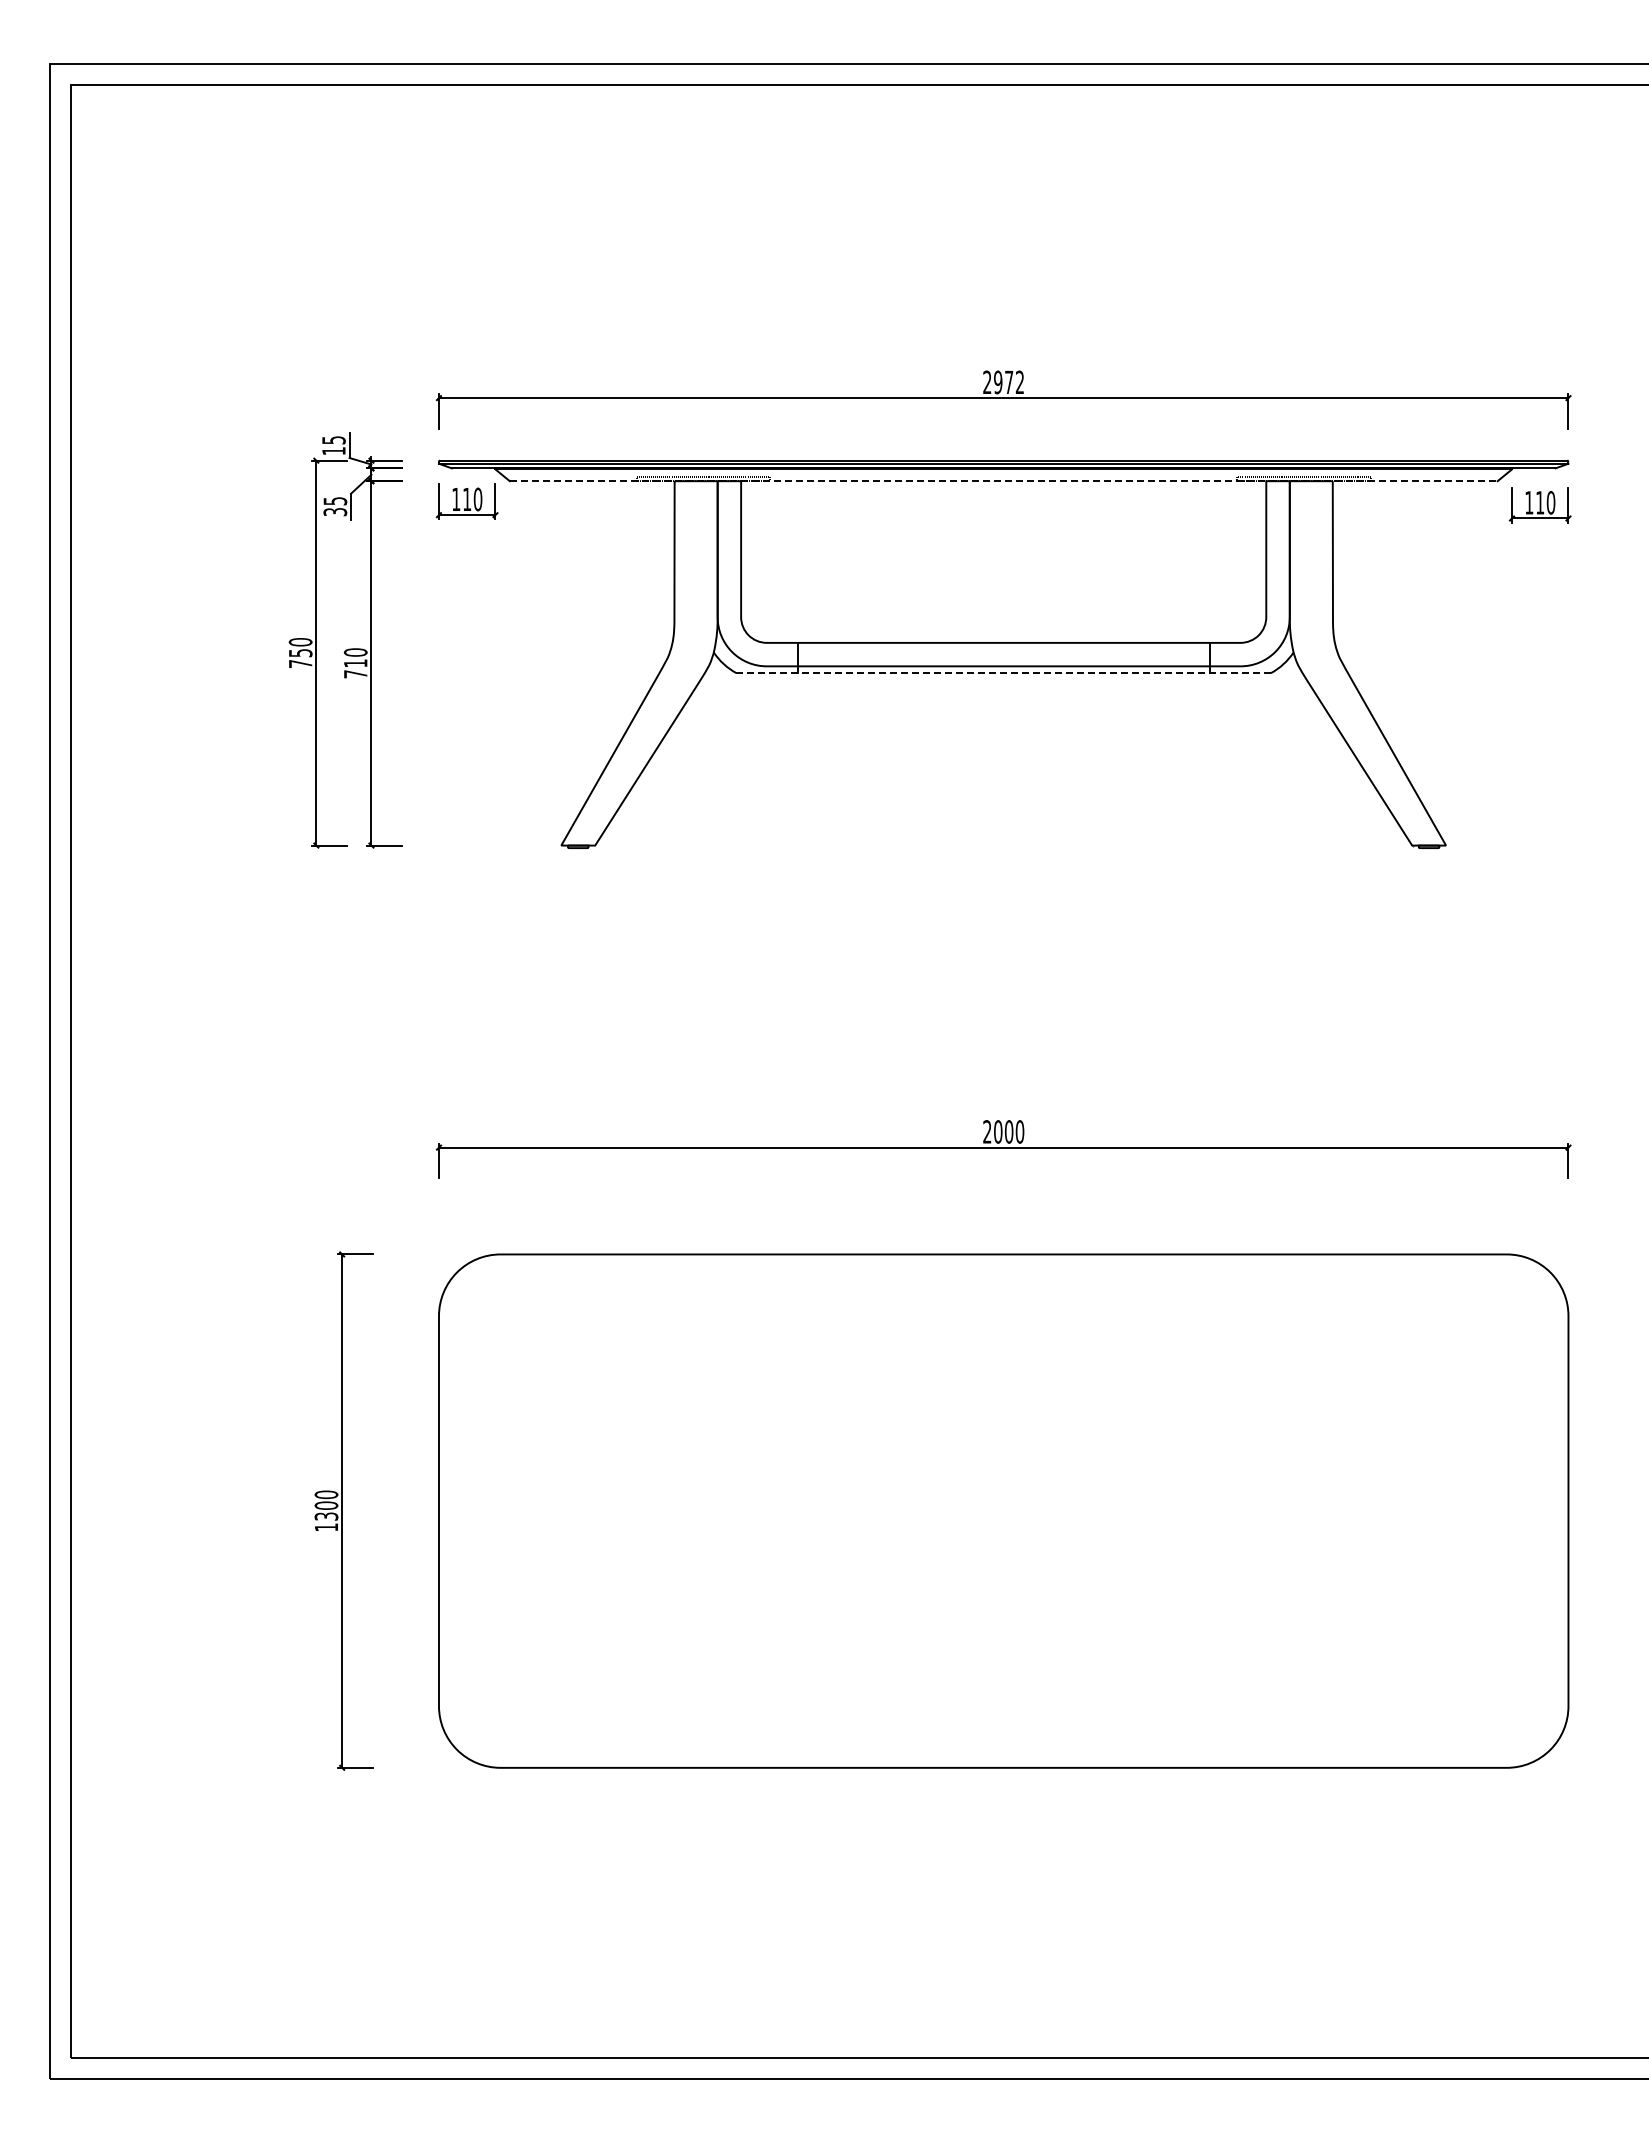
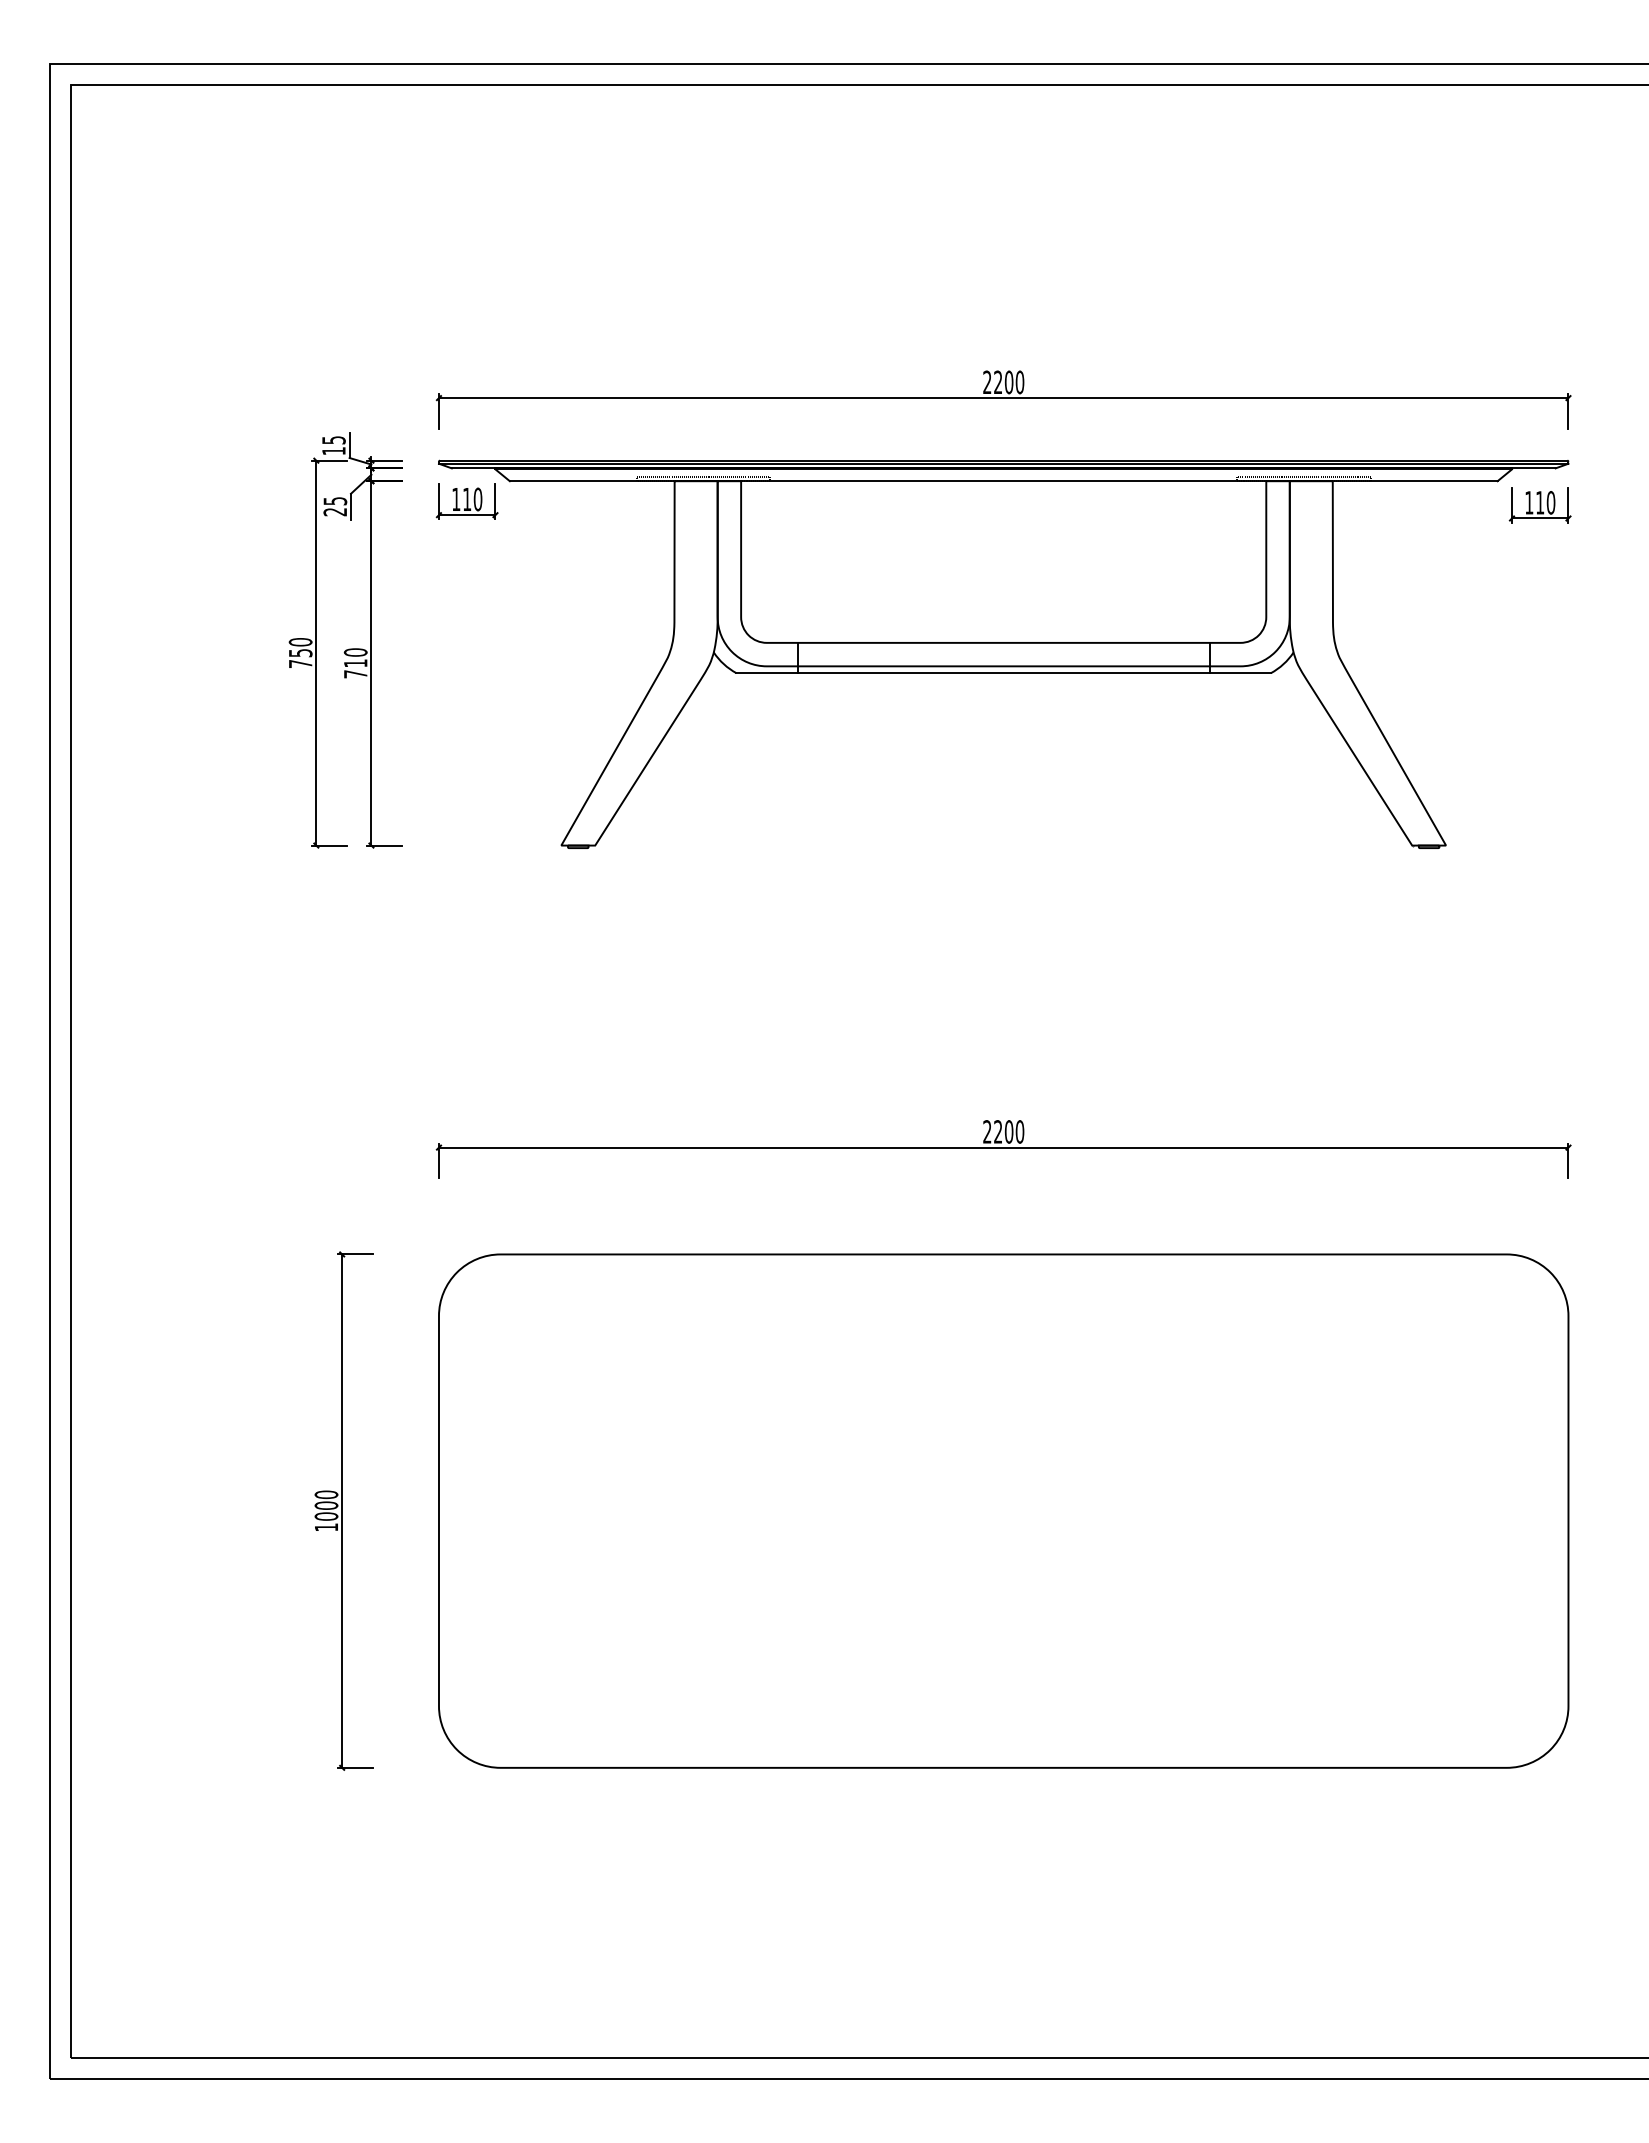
text at (1009, 382): 2972 -> 2200
line at (1003, 481): dashed -> solid
text at (335, 512): 35 -> 25
line at (1003, 673): dashed -> solid
text at (998, 1131): 2000 -> 2200
text at (326, 1516): 1300 -> 1000
